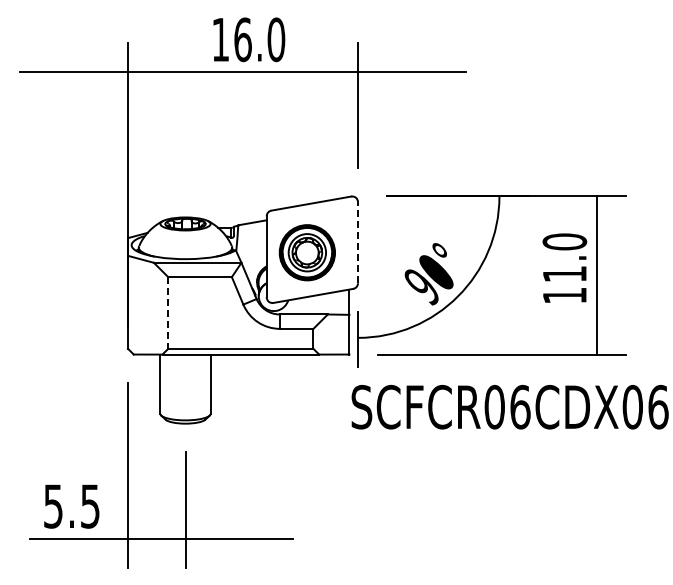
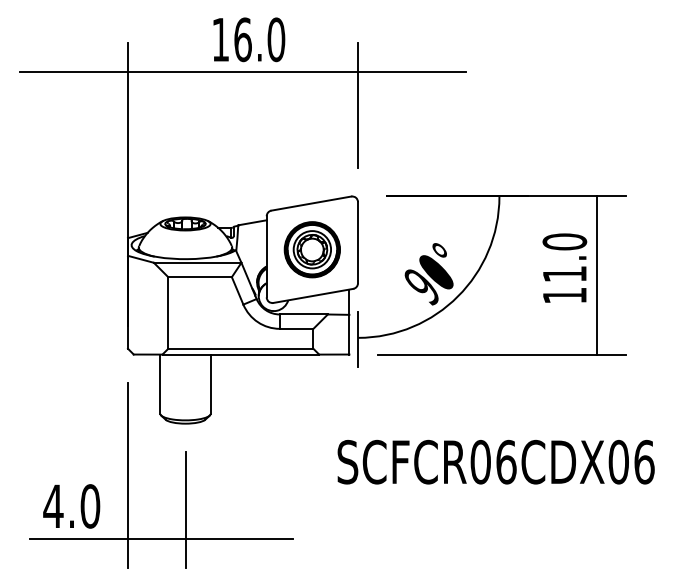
line at (358, 242): dashed -> solid
part at (306, 252) position: (306, 252) -> (311, 249)
line at (168, 313): dashed -> solid
text at (509, 406) position: (509, 406) -> (495, 461)
text at (71, 506): 5.5 -> 4.0
